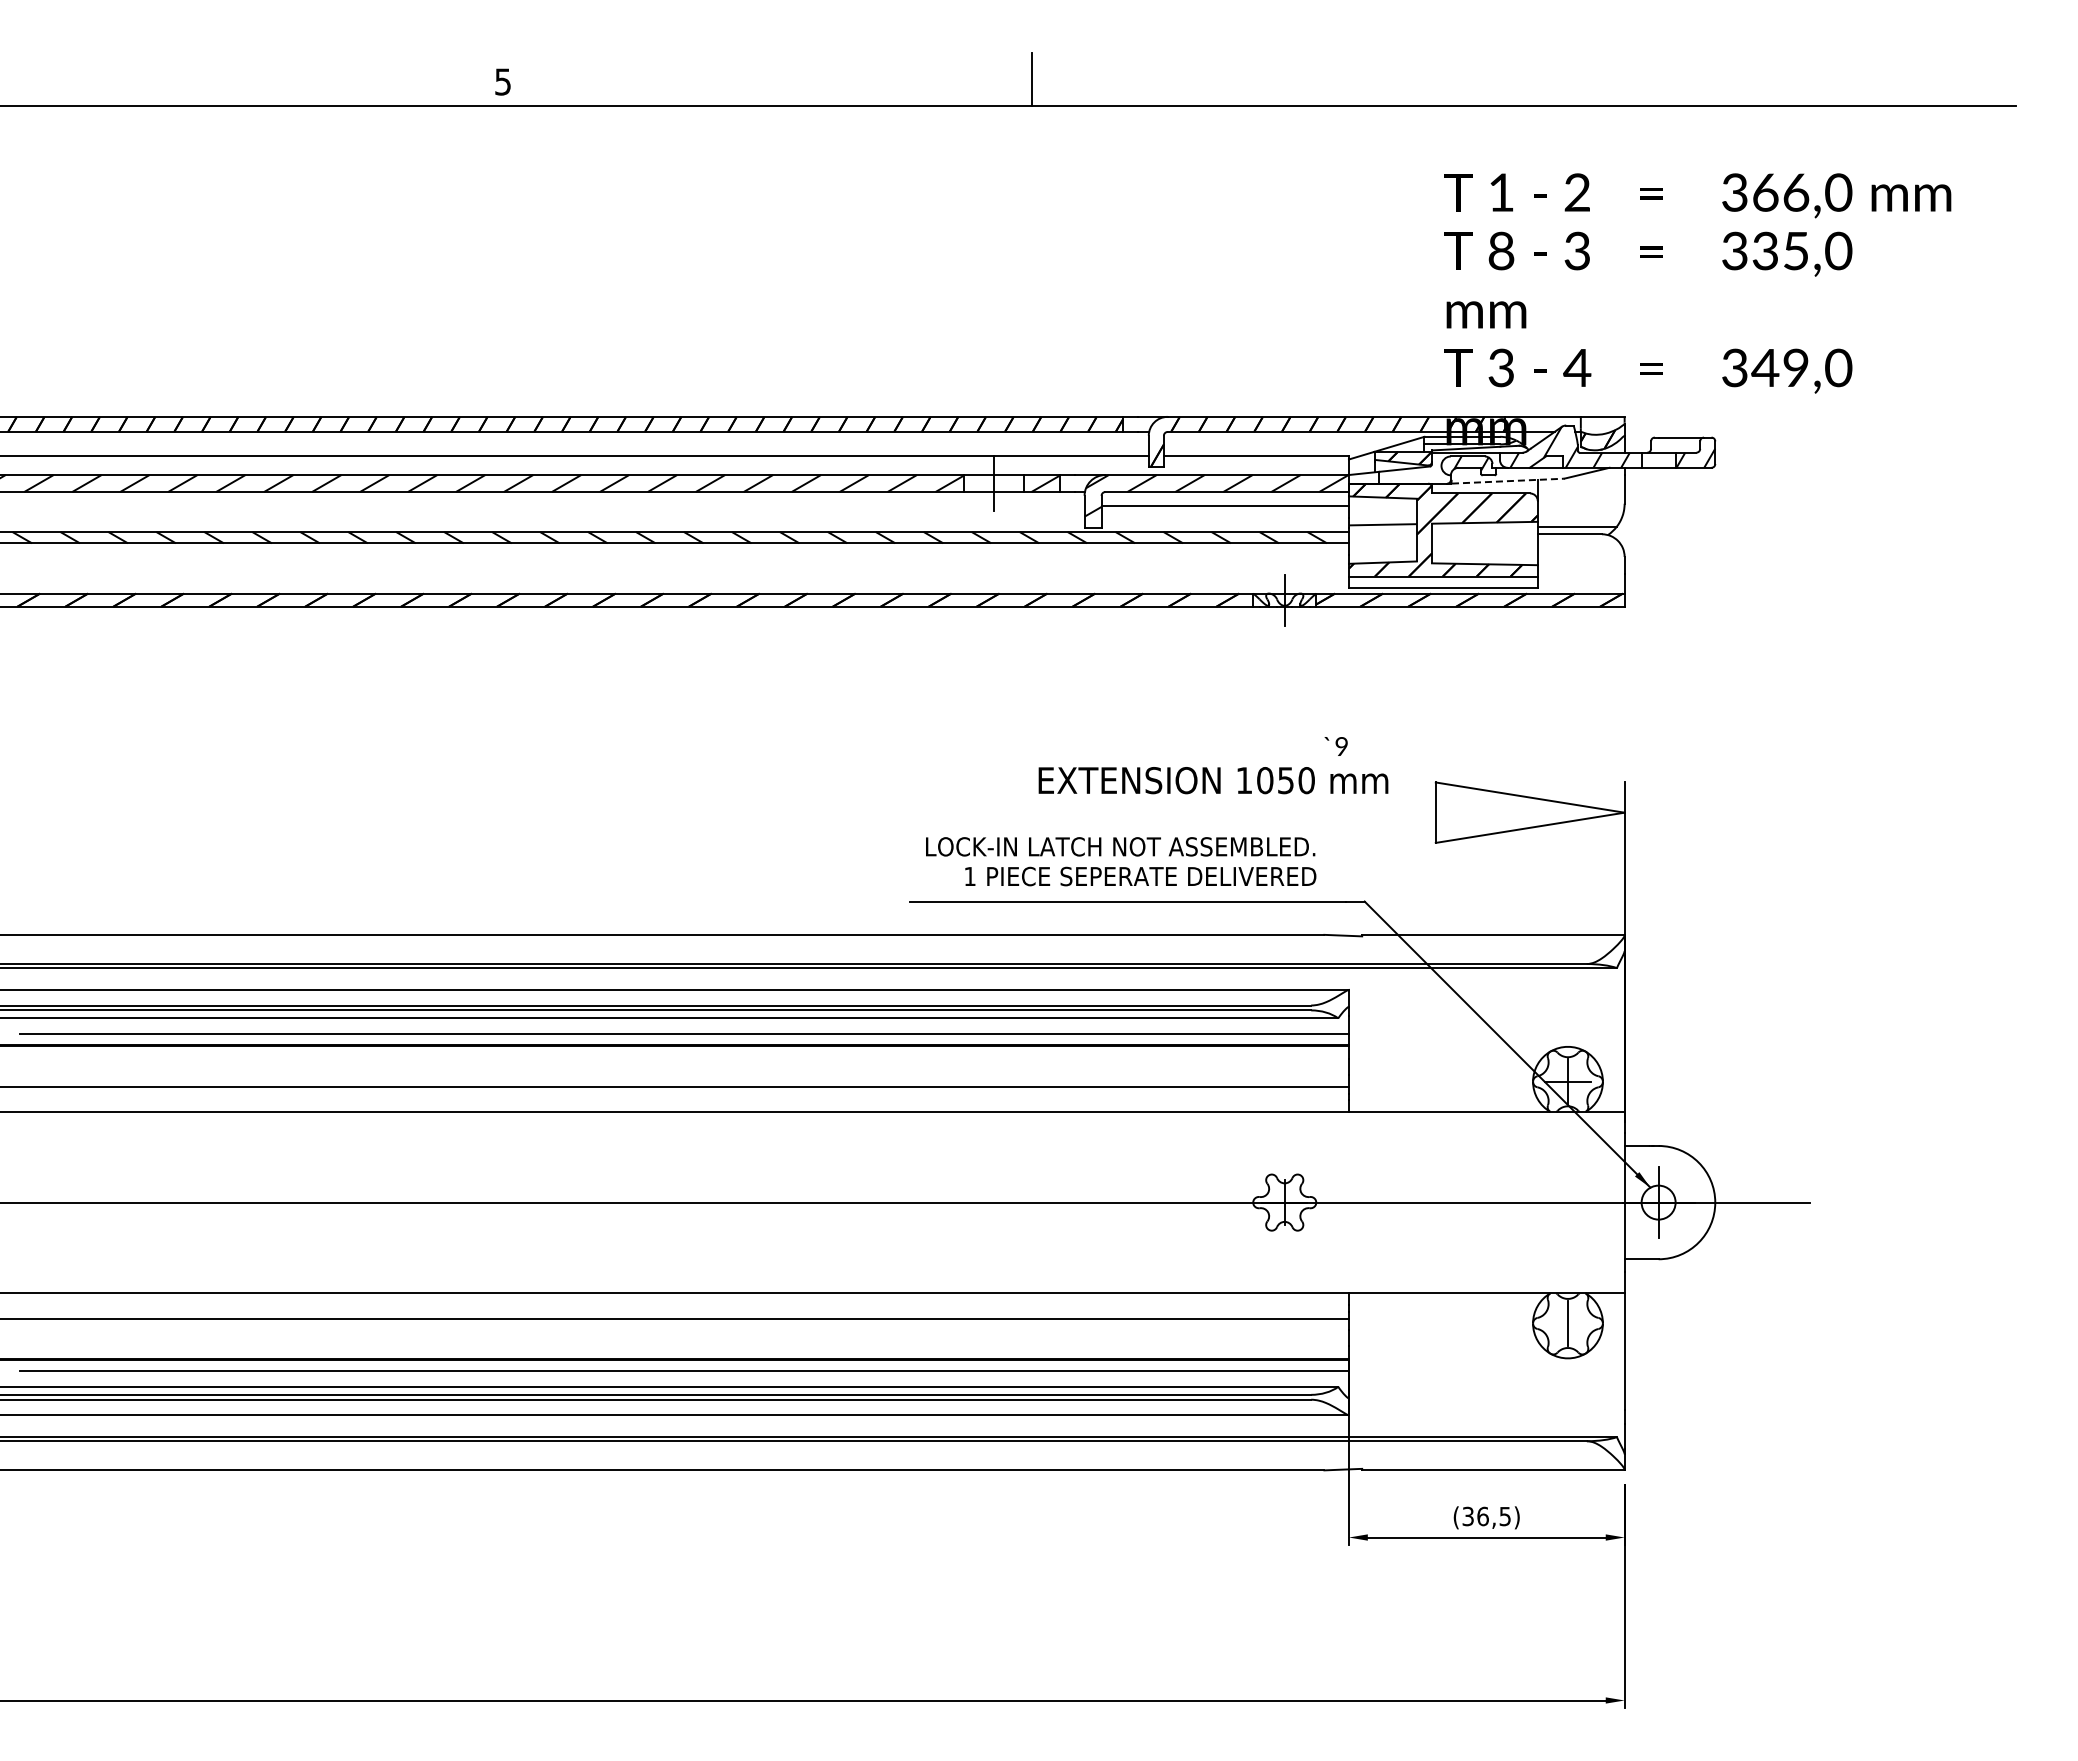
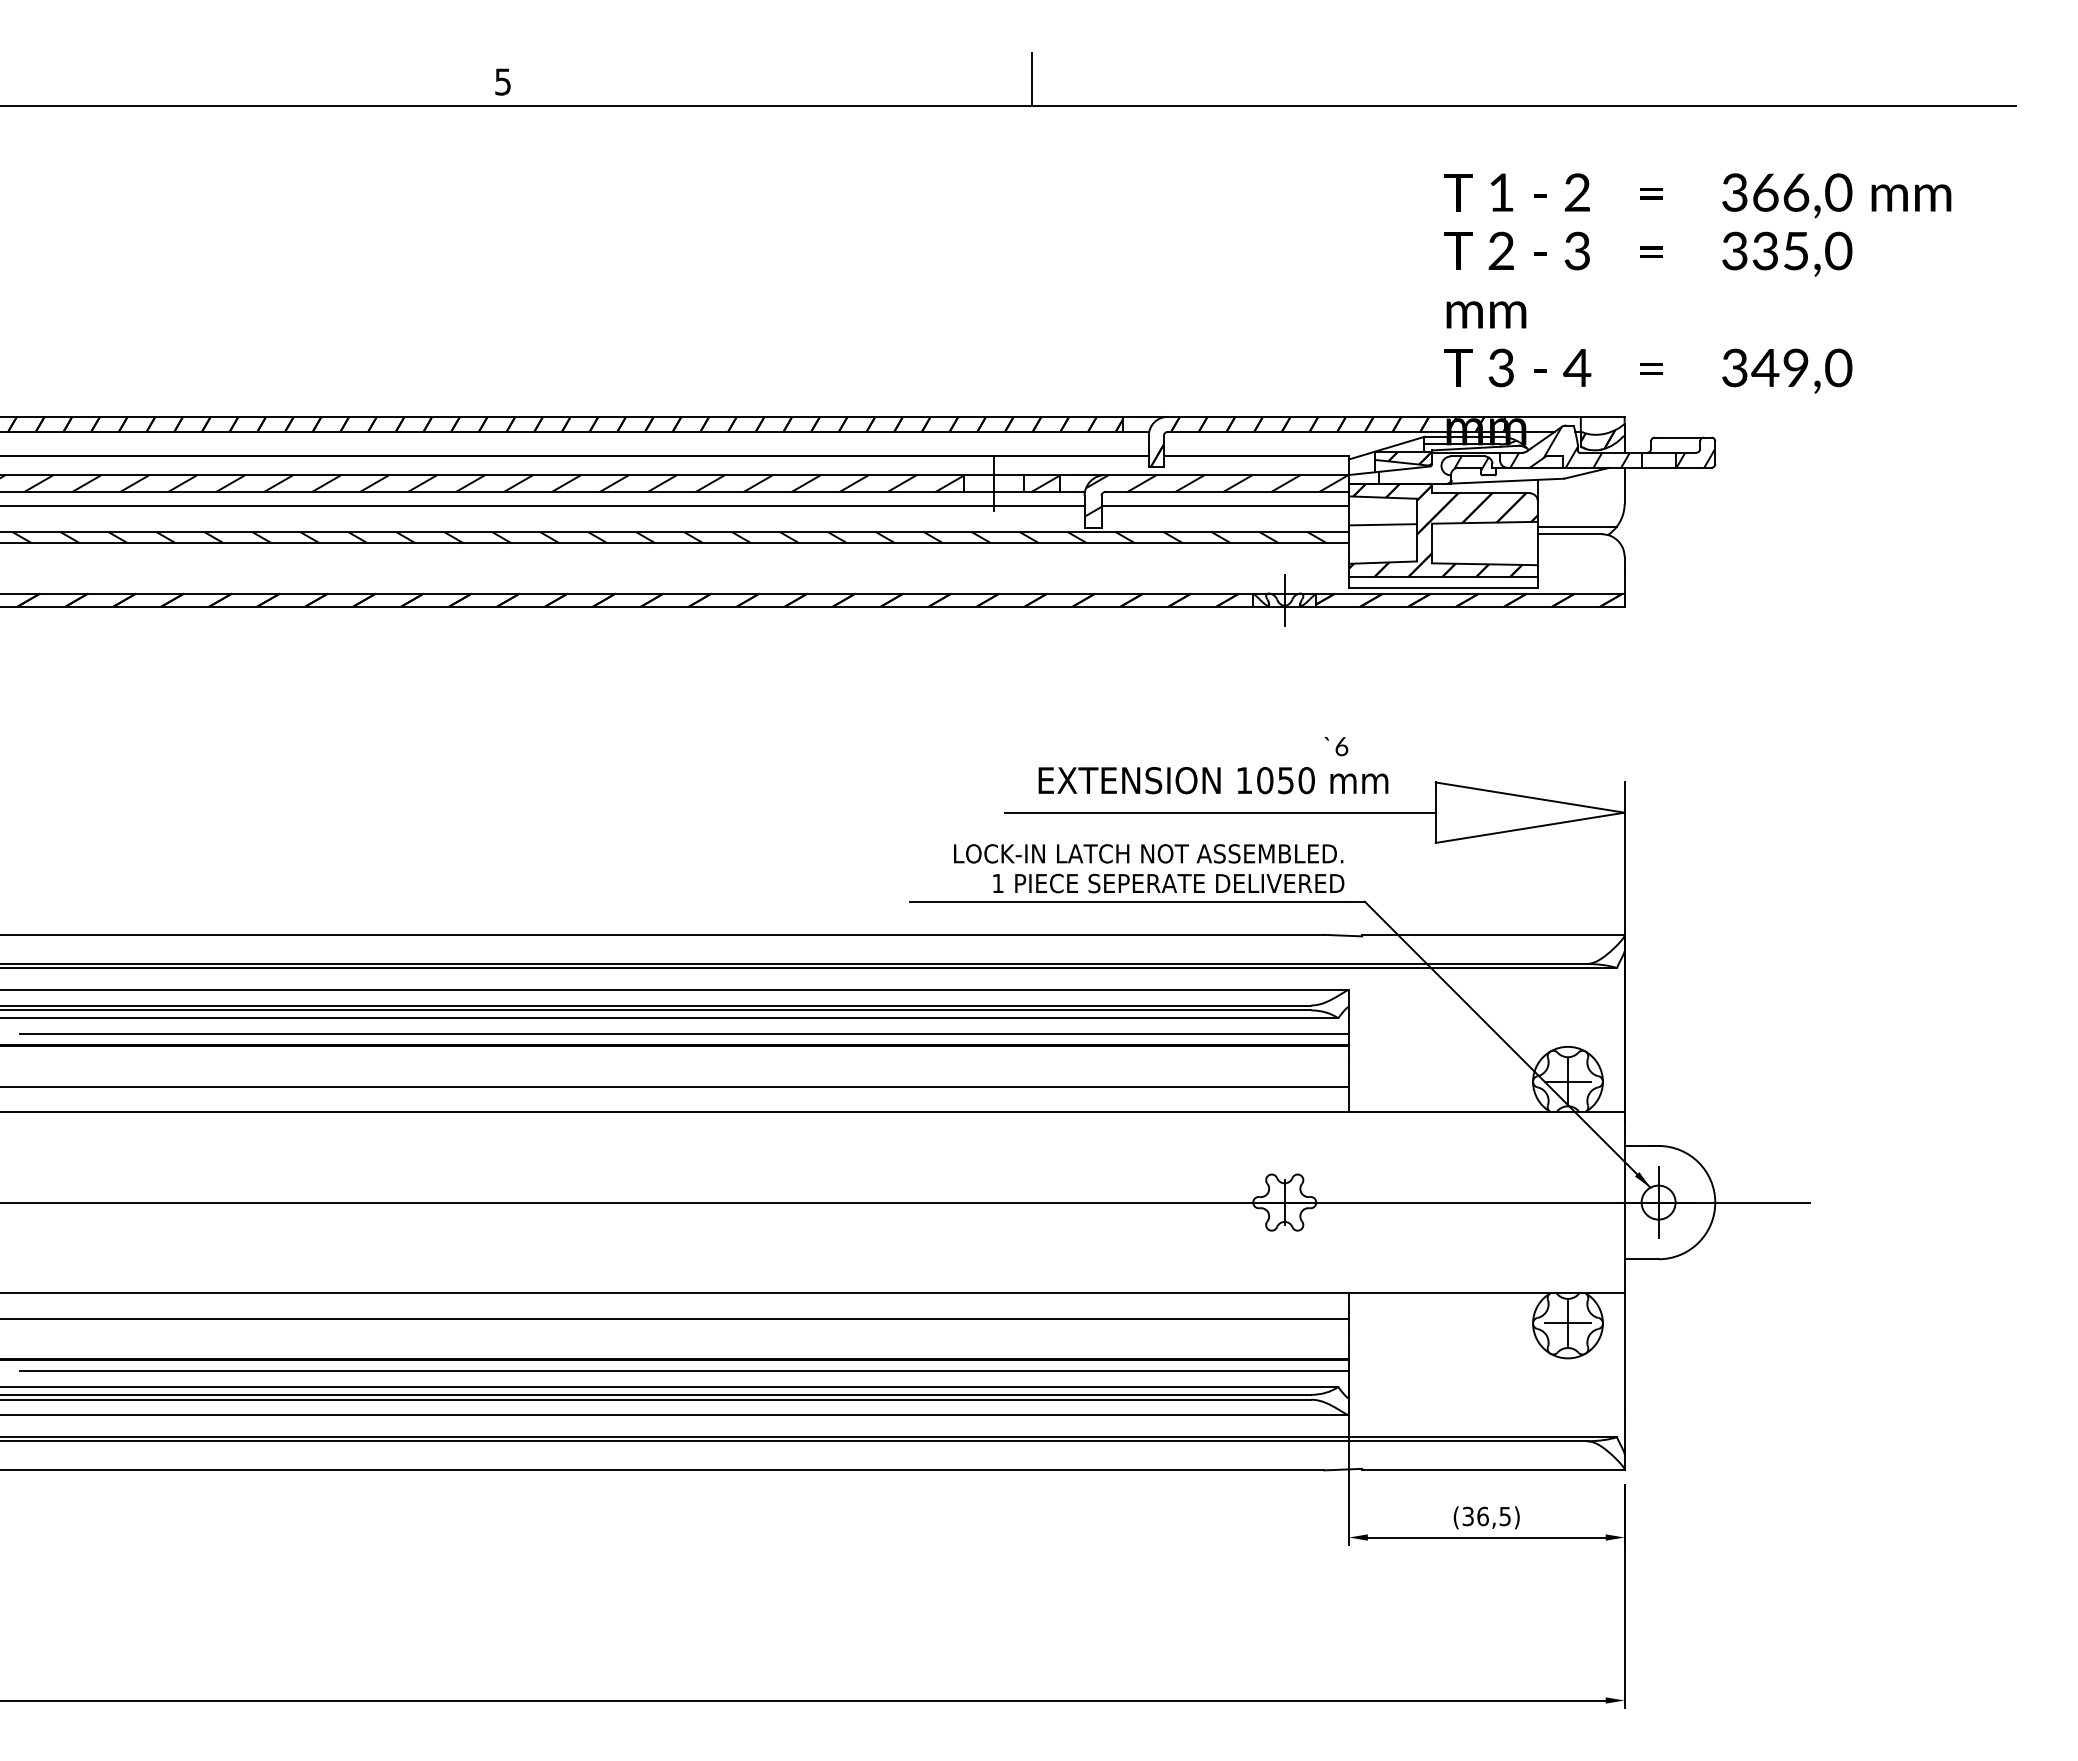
text at (1501, 251): 8 -> 2
line at (1507, 481): dashed -> solid
line at (543, 505): none -> present
text at (1341, 746): 9 -> 6
line at (1220, 812): none -> present
text at (1121, 861) position: (1121, 861) -> (1149, 868)
line at (1567, 1323): none -> present
